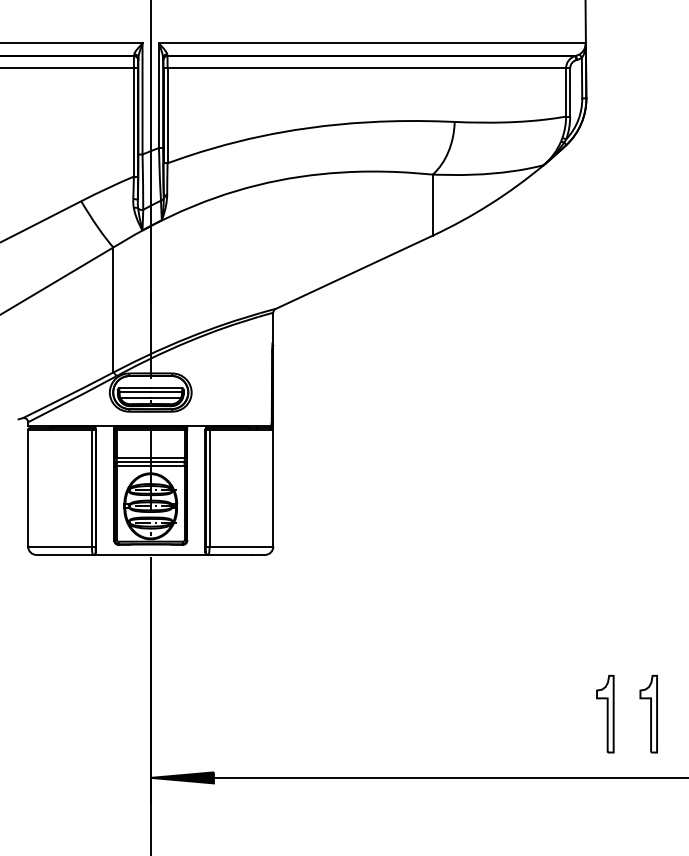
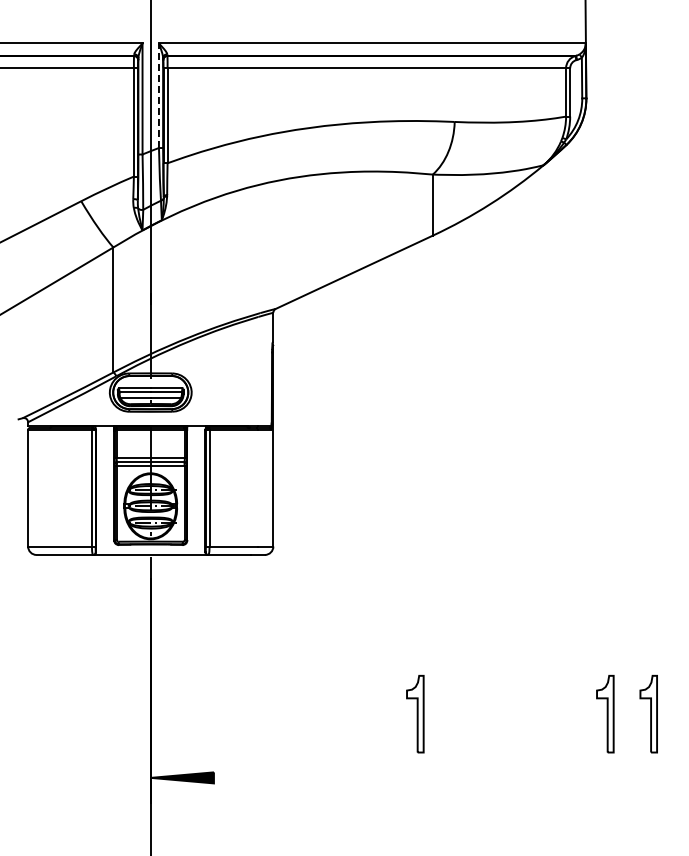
line at (158, 95): solid -> dashed
part at (415, 714): none -> present
line at (449, 777): present -> none
